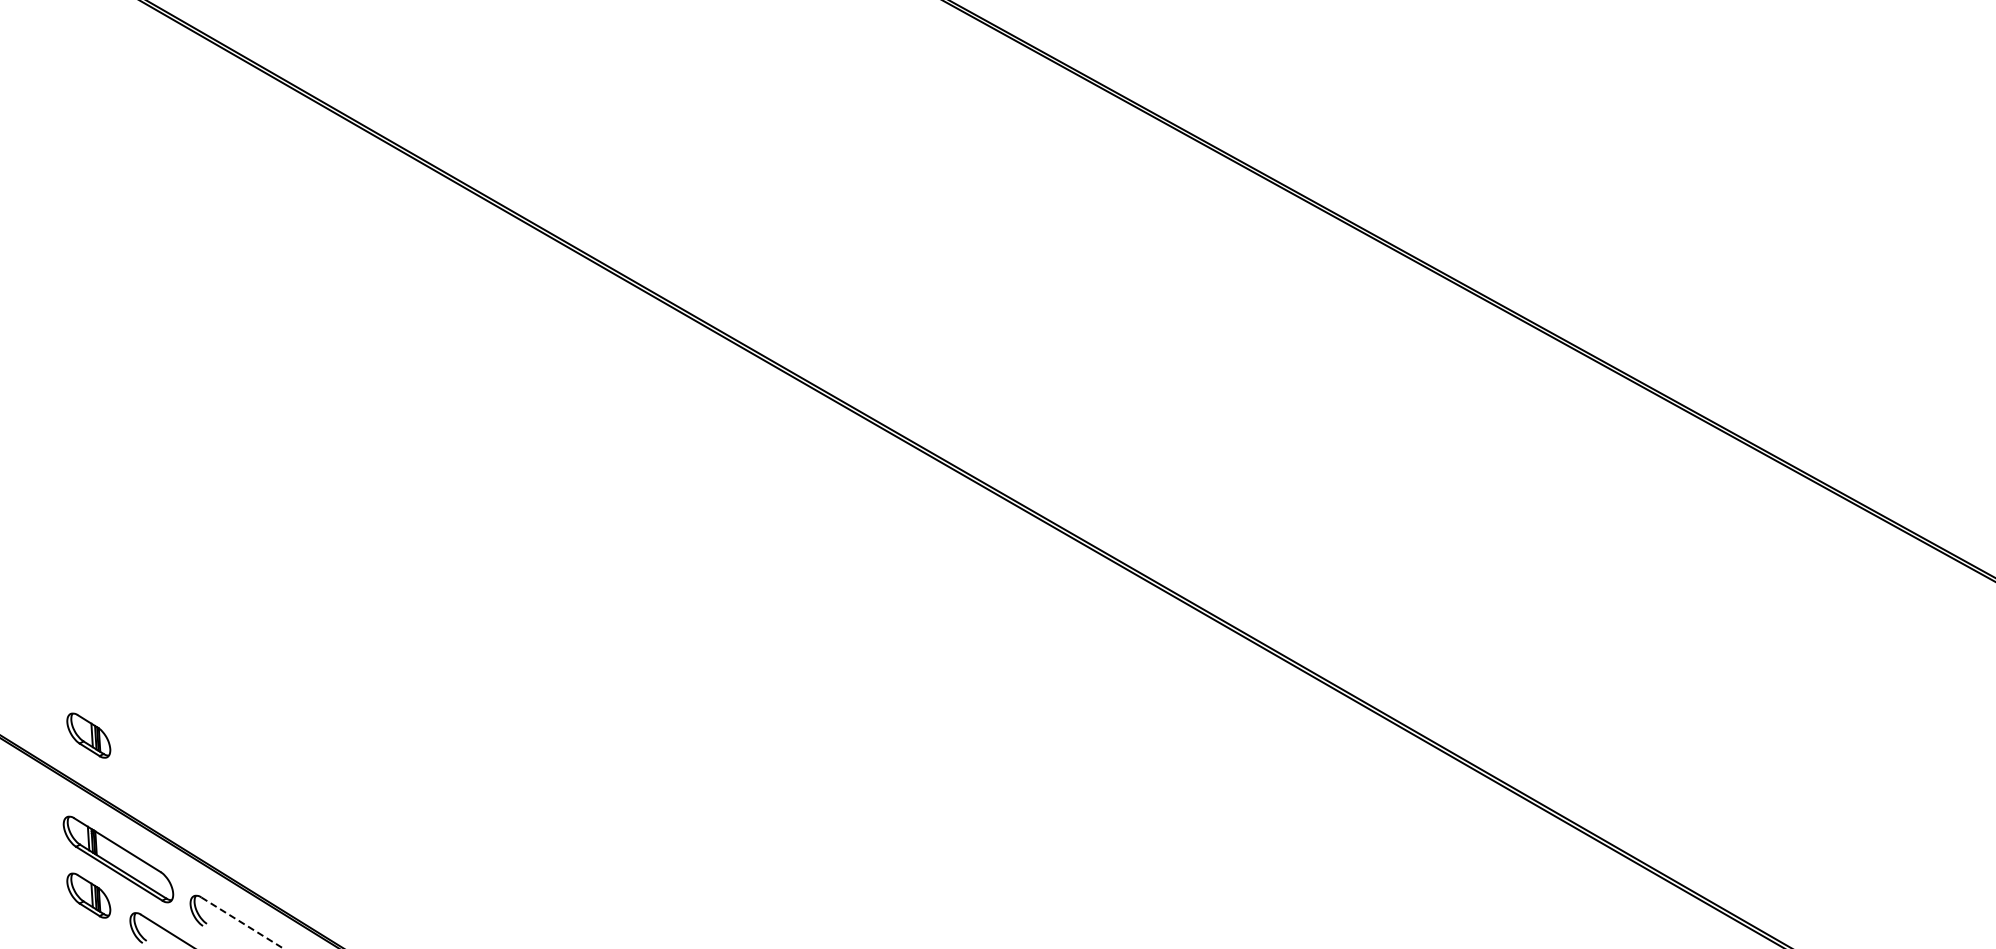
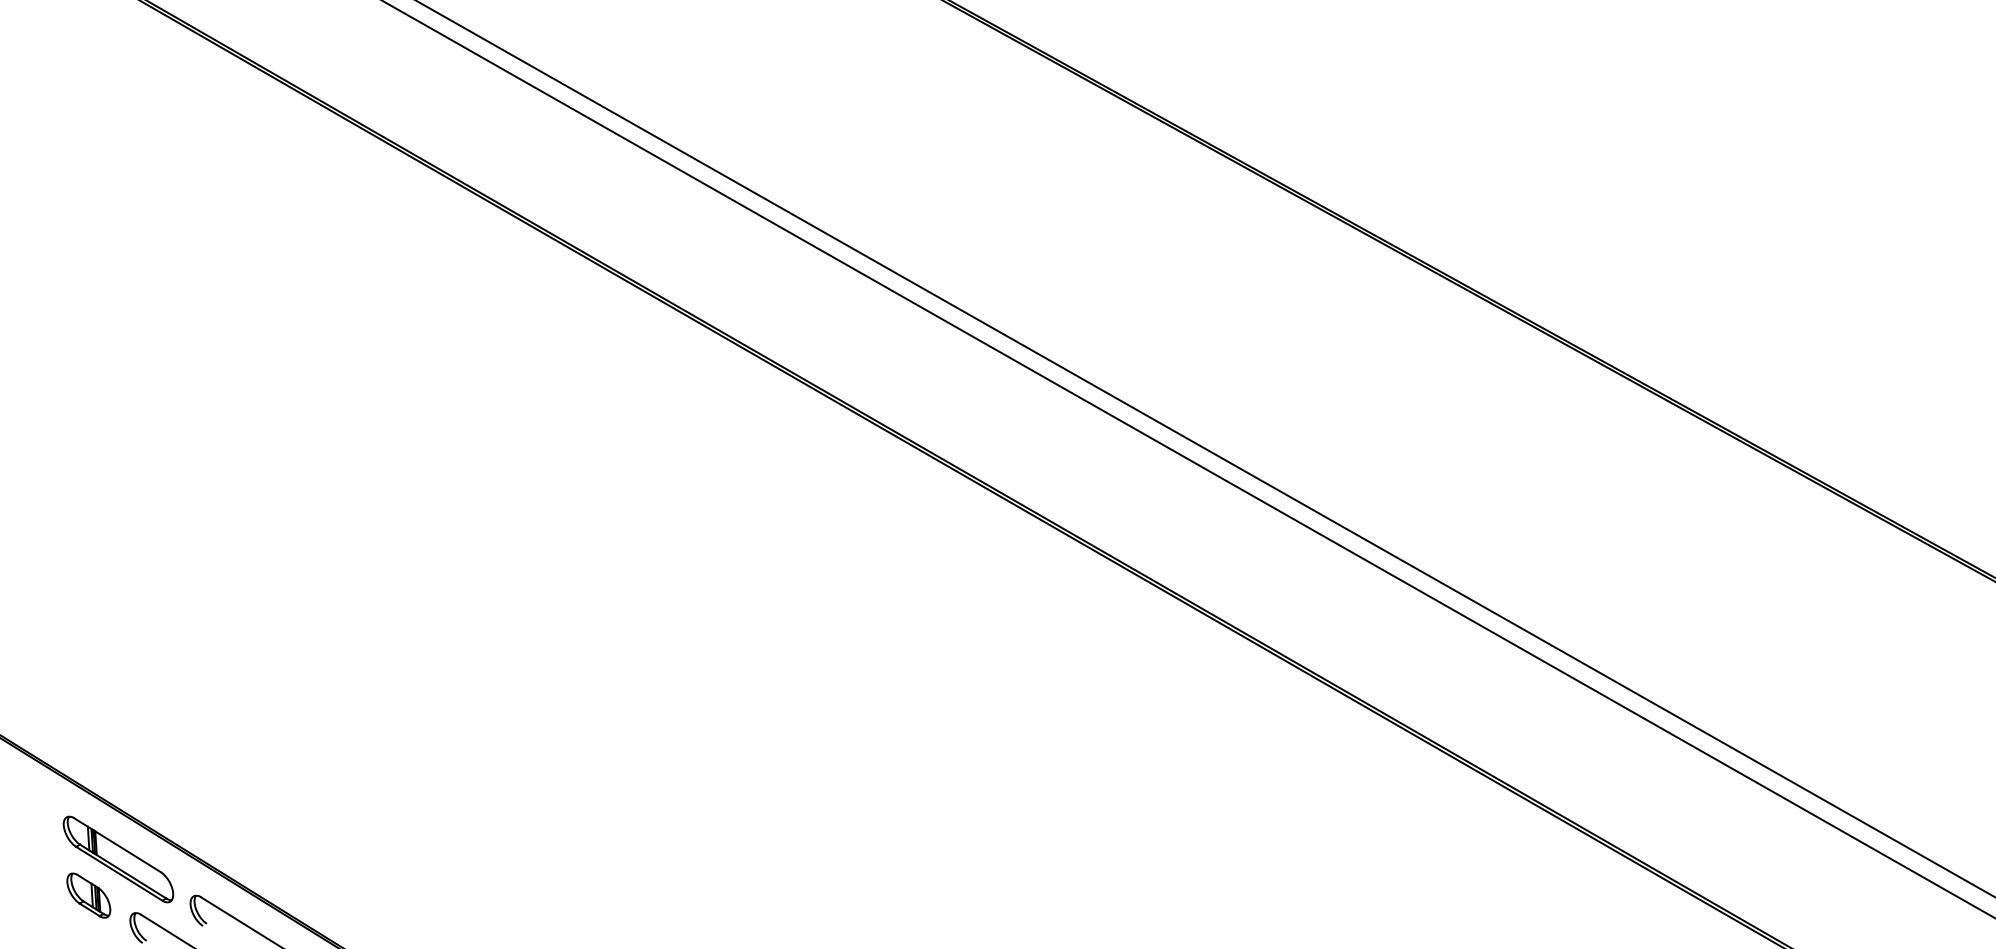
line at (1205, 448): none -> present
line at (1188, 459): none -> present
part at (88, 735): present -> none
line at (242, 923): dashed -> solid
